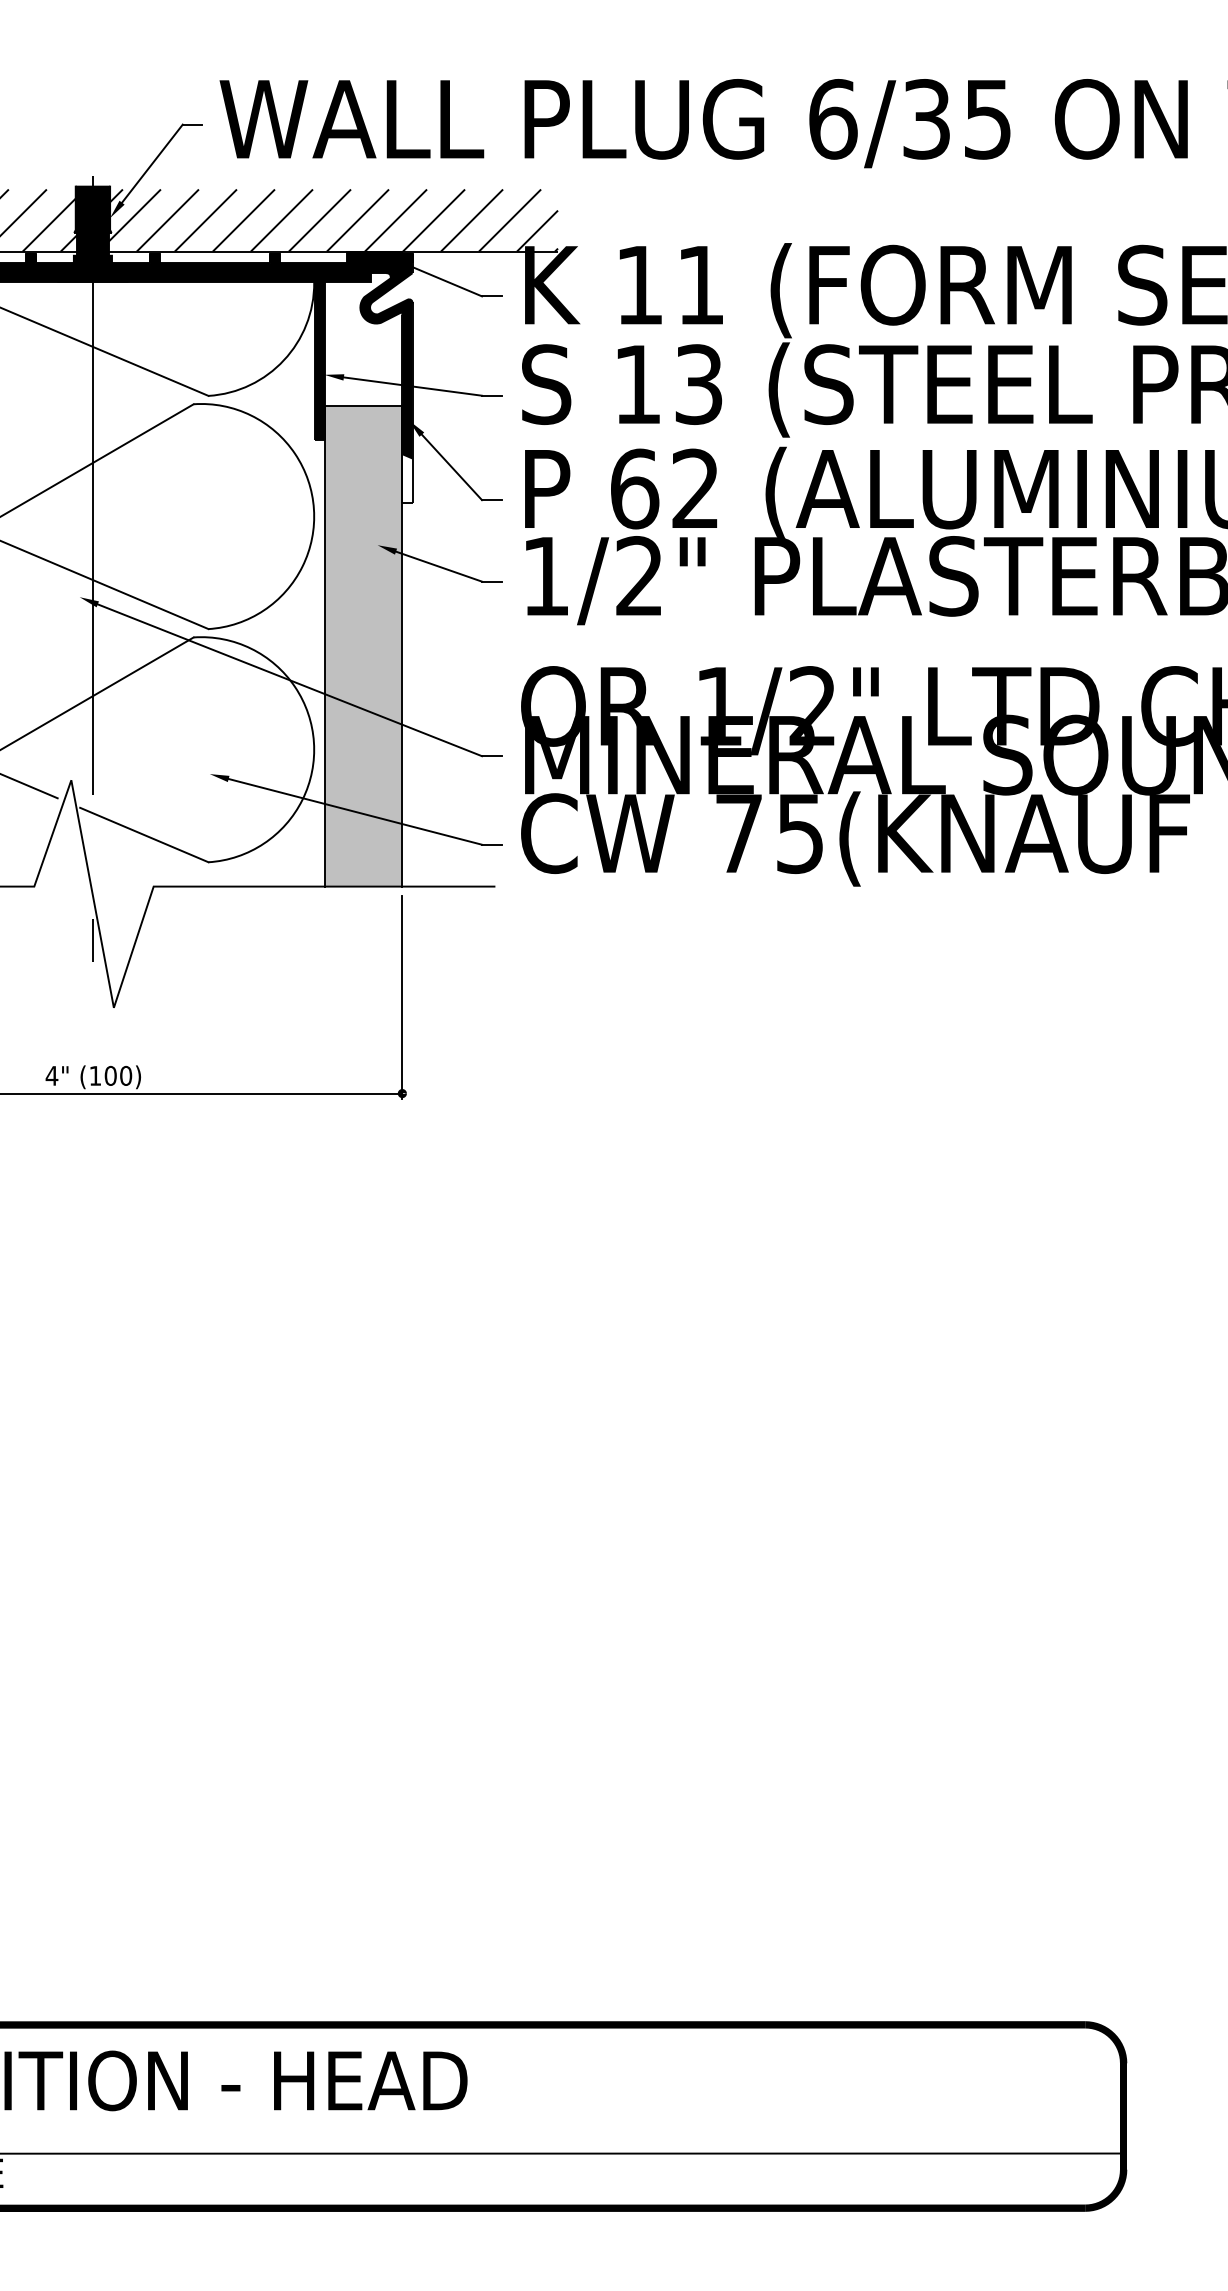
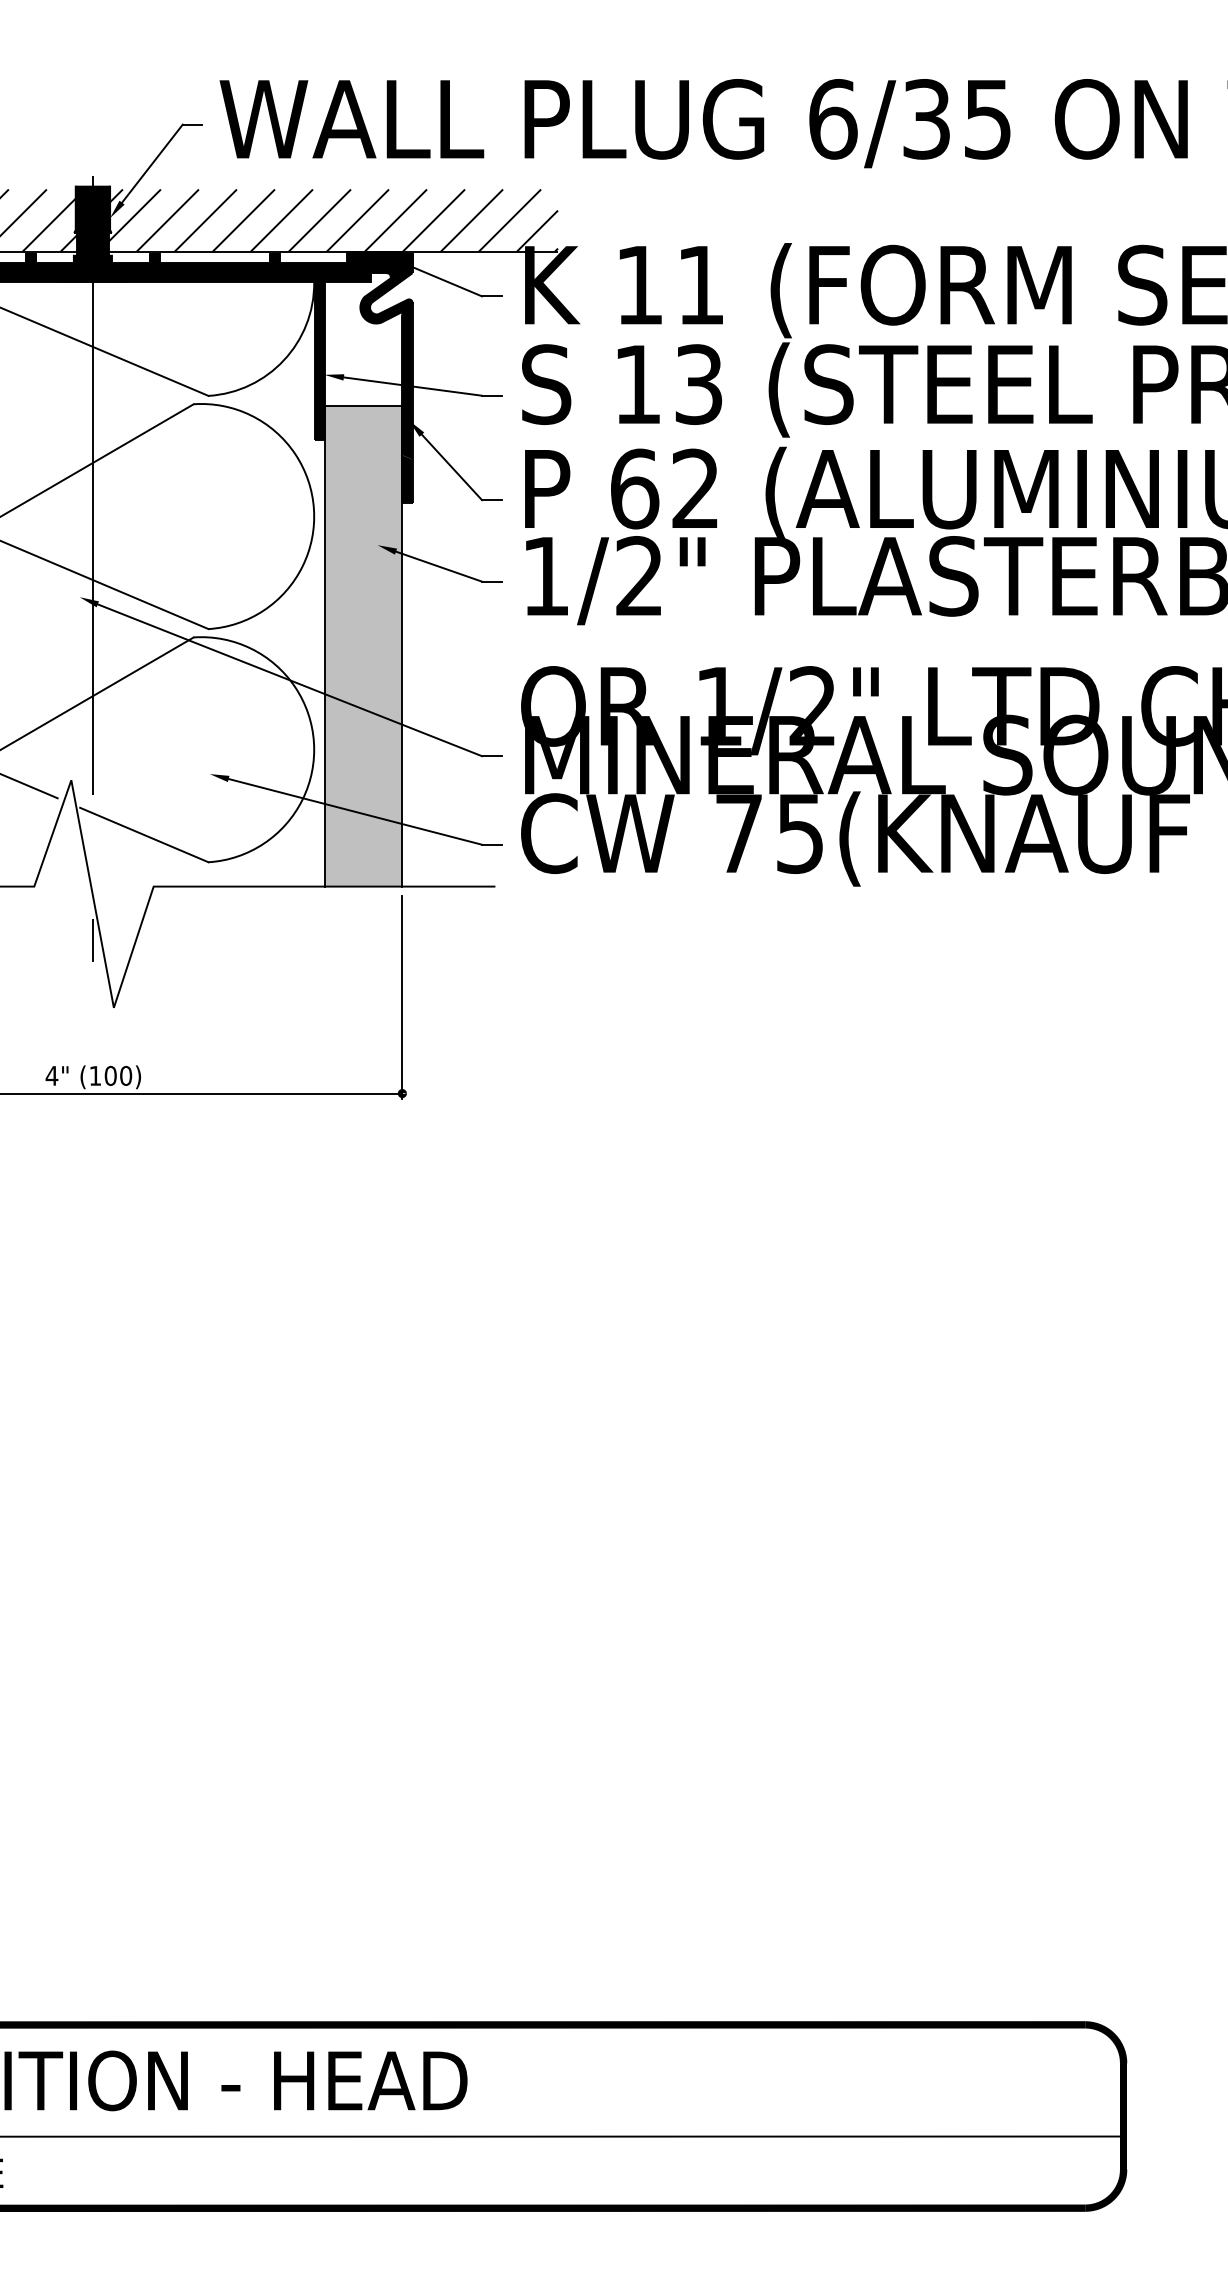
fill at (407, 478): none -> present
line at (562, 2153) position: (562, 2153) -> (562, 2136)
